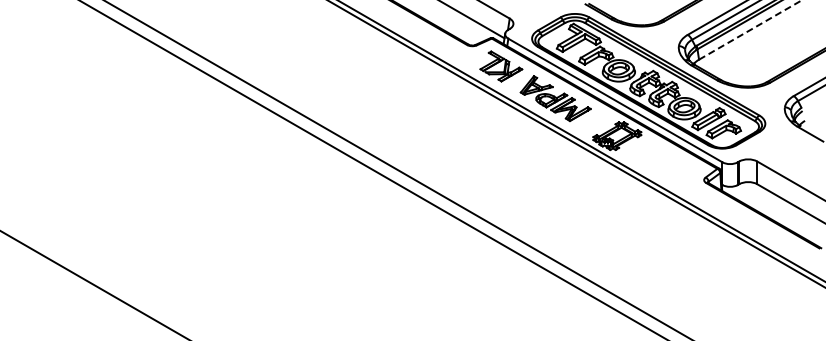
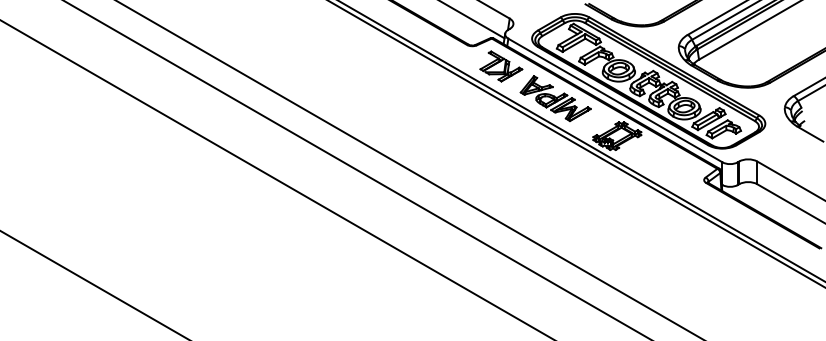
line at (750, 29): dashed -> solid
line at (372, 169) position: (372, 169) -> (356, 169)
line at (397, 169) position: (397, 169) -> (408, 169)
line at (276, 179): none -> present
